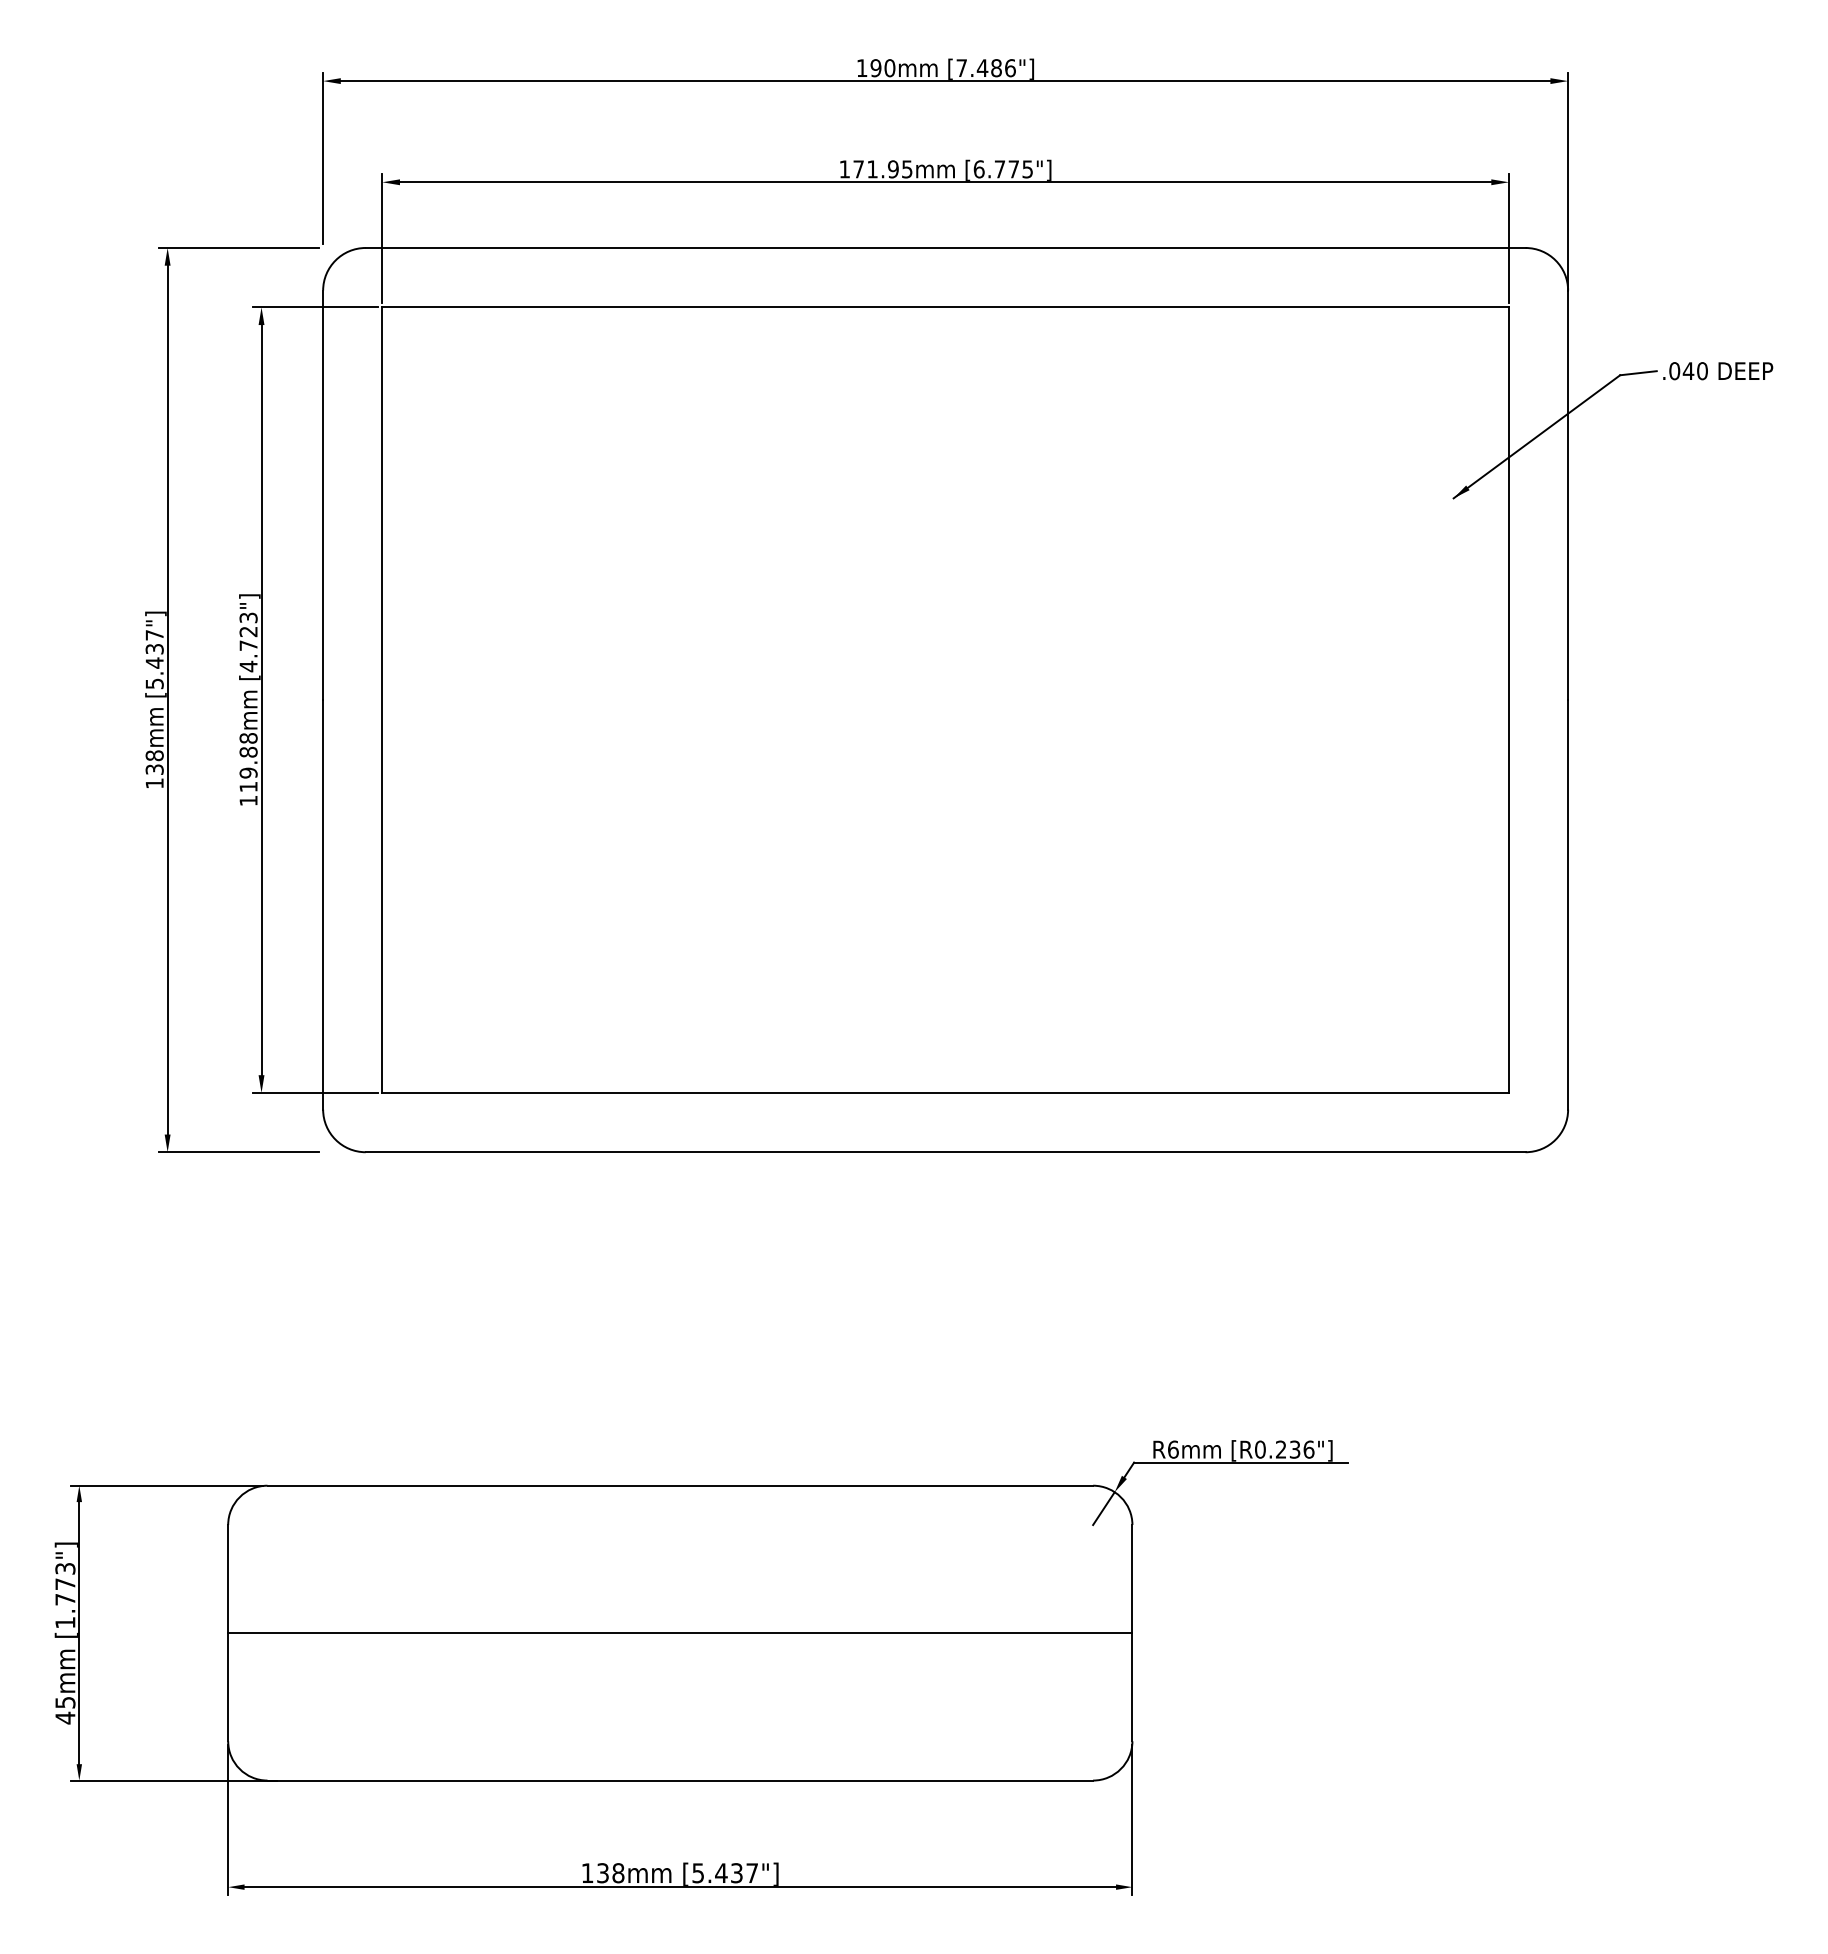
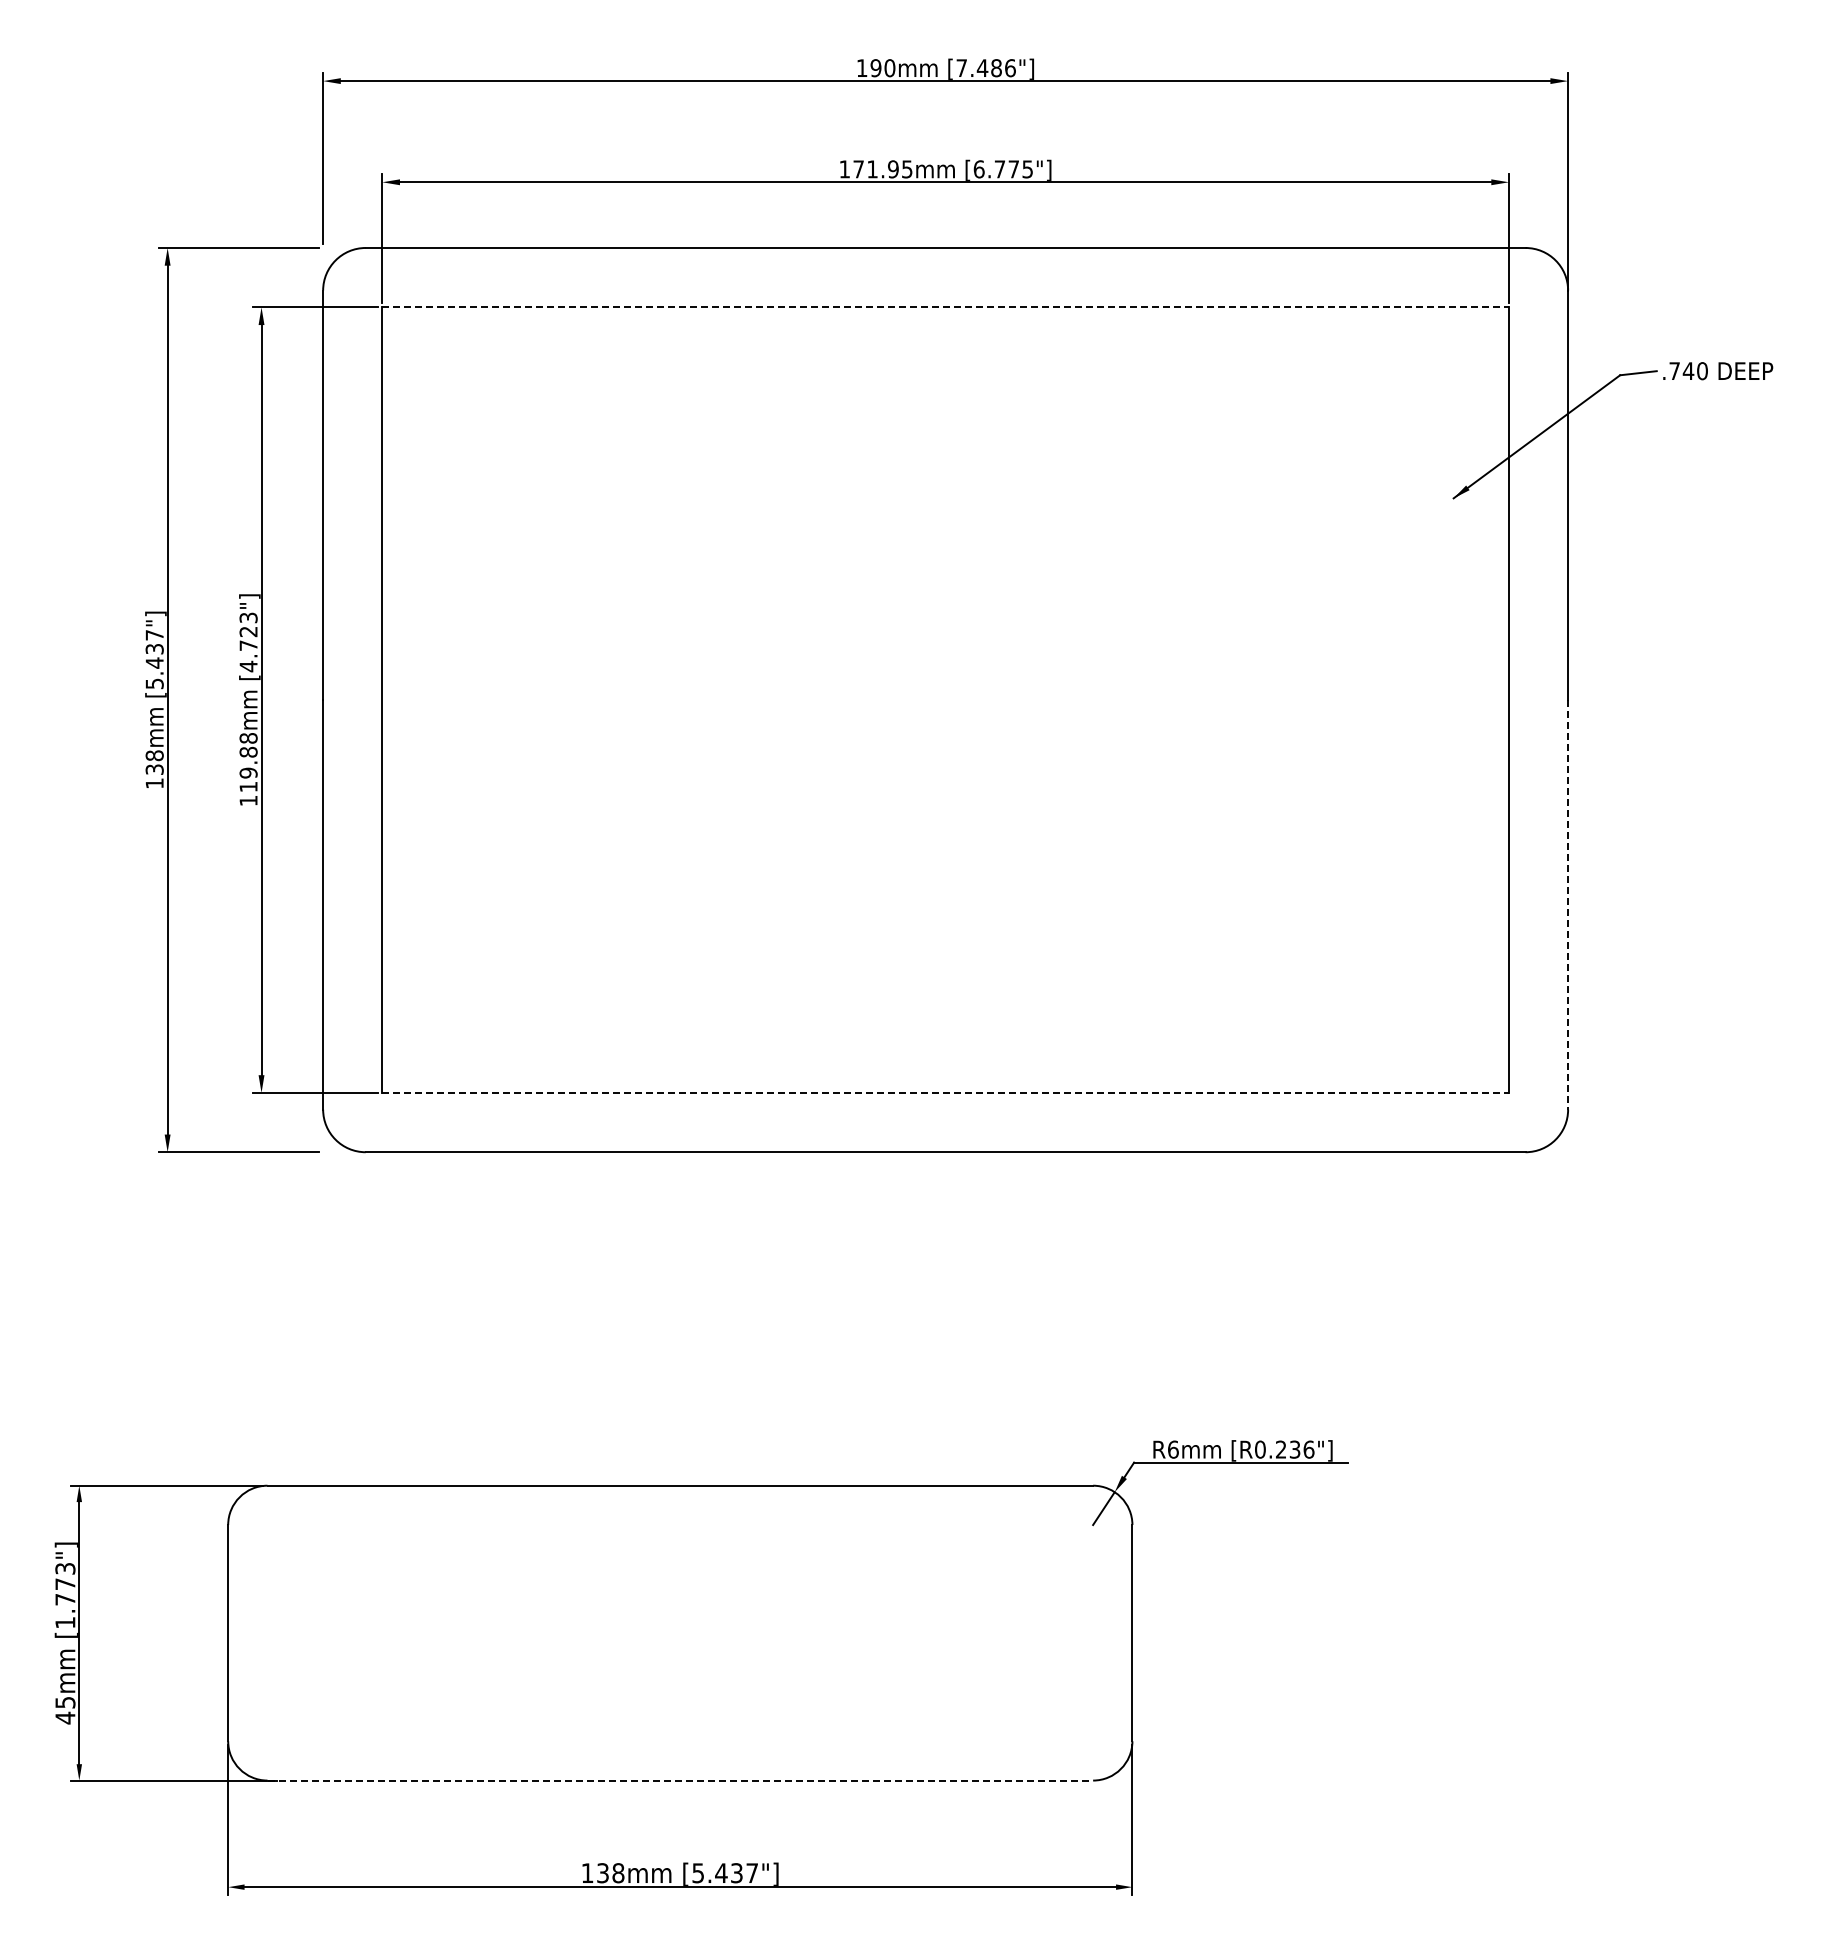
line at (946, 307): solid -> dashed
text at (1674, 371): .040 -> .740
line at (1568, 904): solid -> dashed
line at (946, 1092): solid -> dashed
line at (680, 1633): present -> none
line at (680, 1780): solid -> dashed
